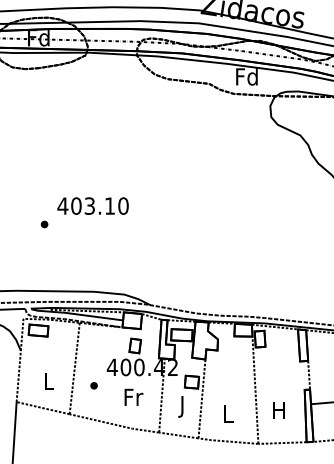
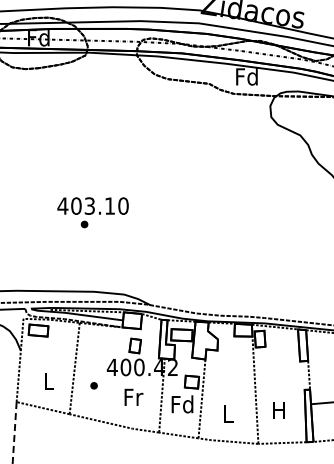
part at (44, 224) position: (44, 224) -> (84, 224)
text at (182, 406): J -> Fd
line at (14, 432): solid -> dashed
